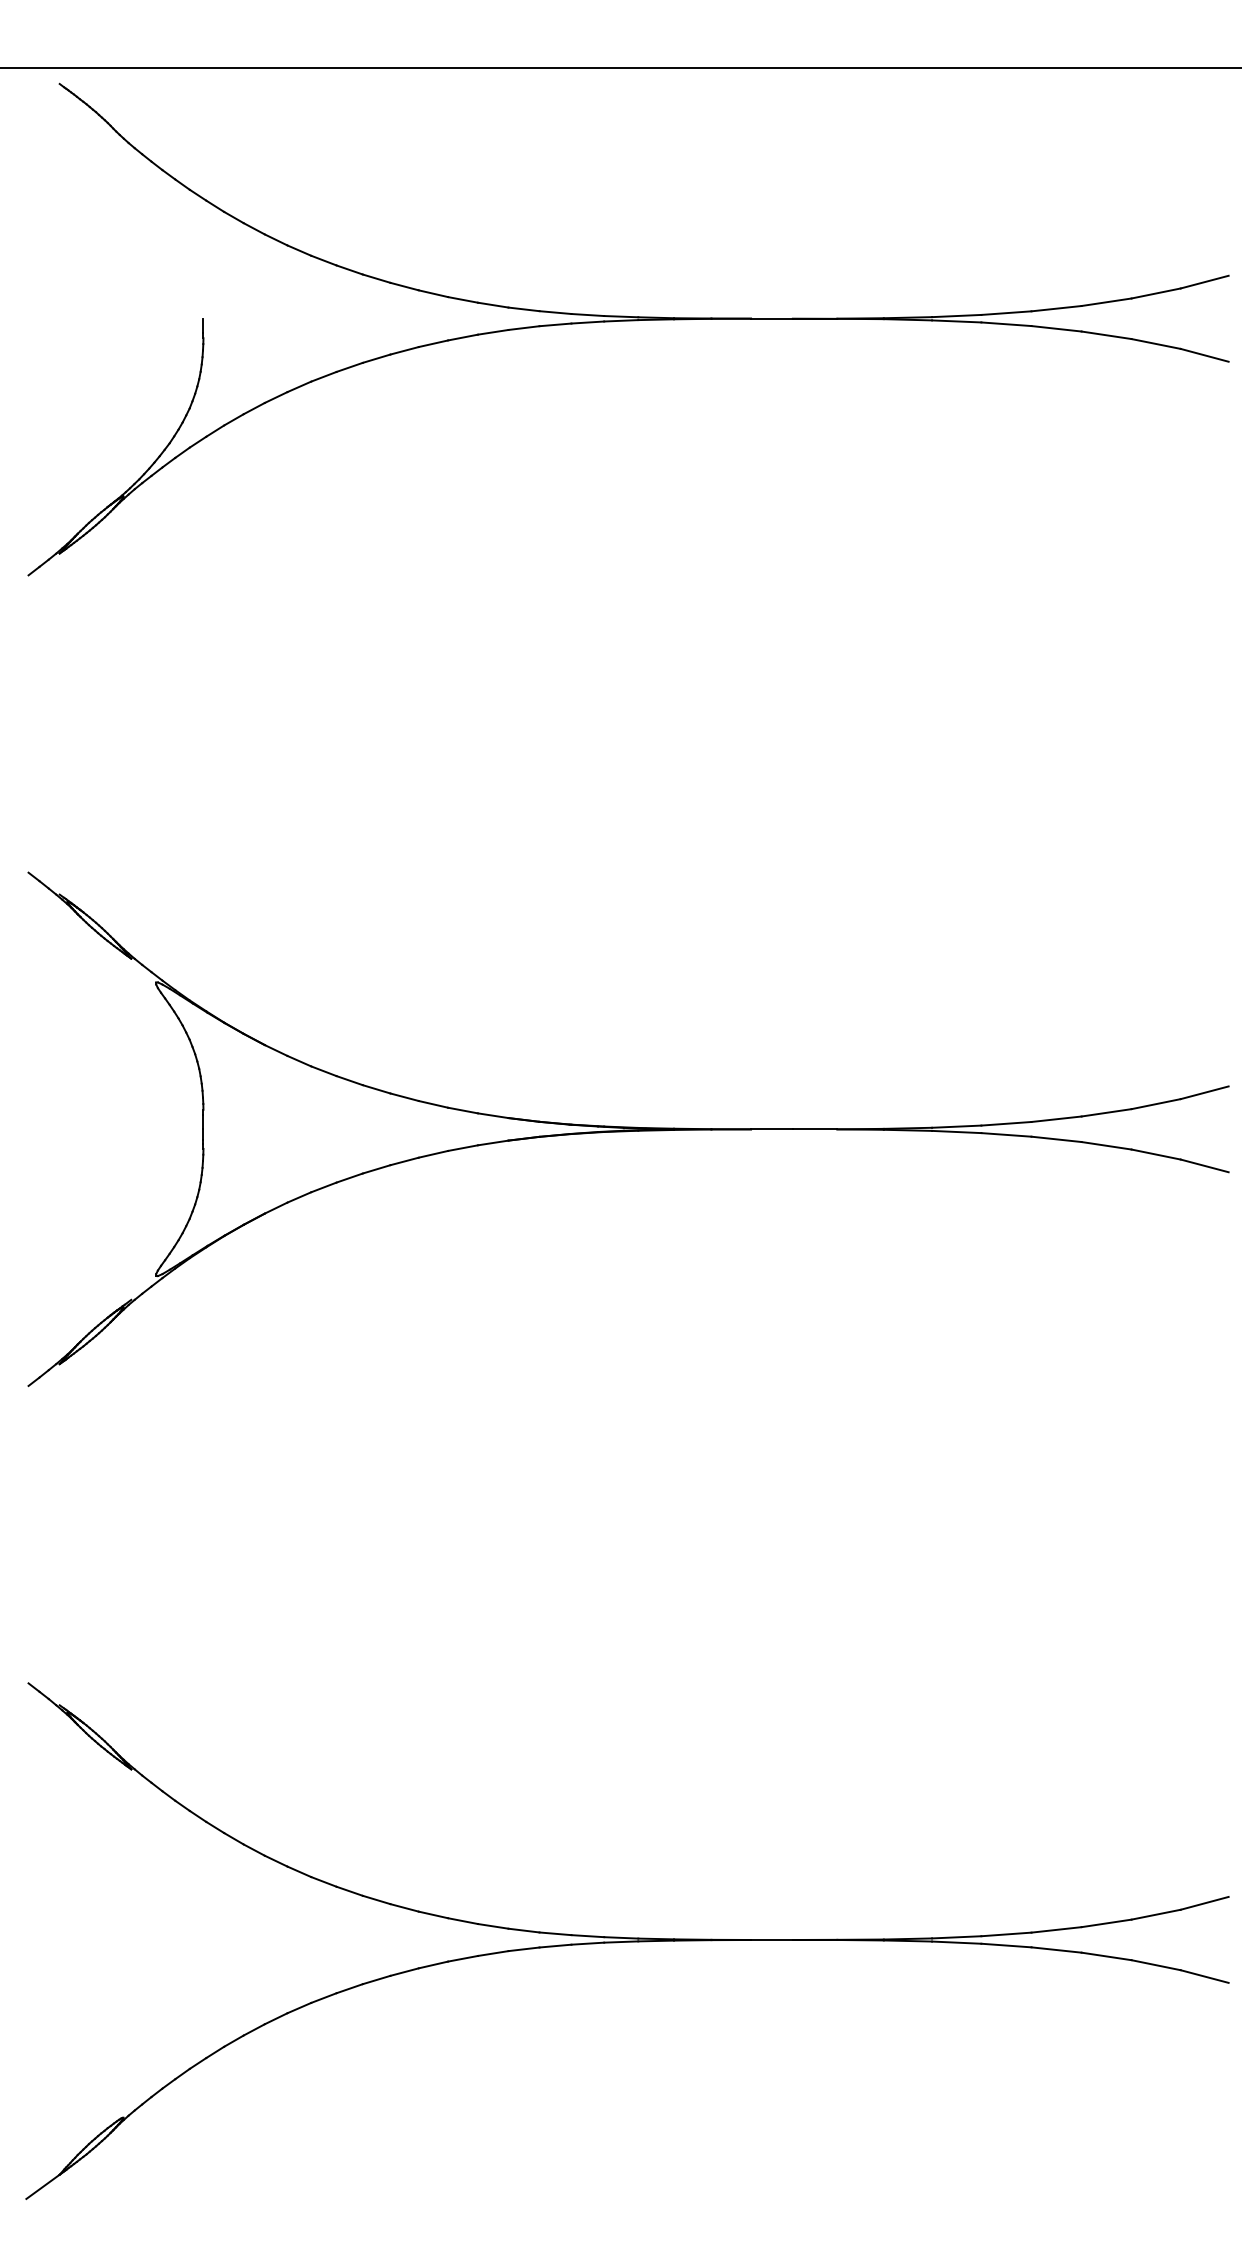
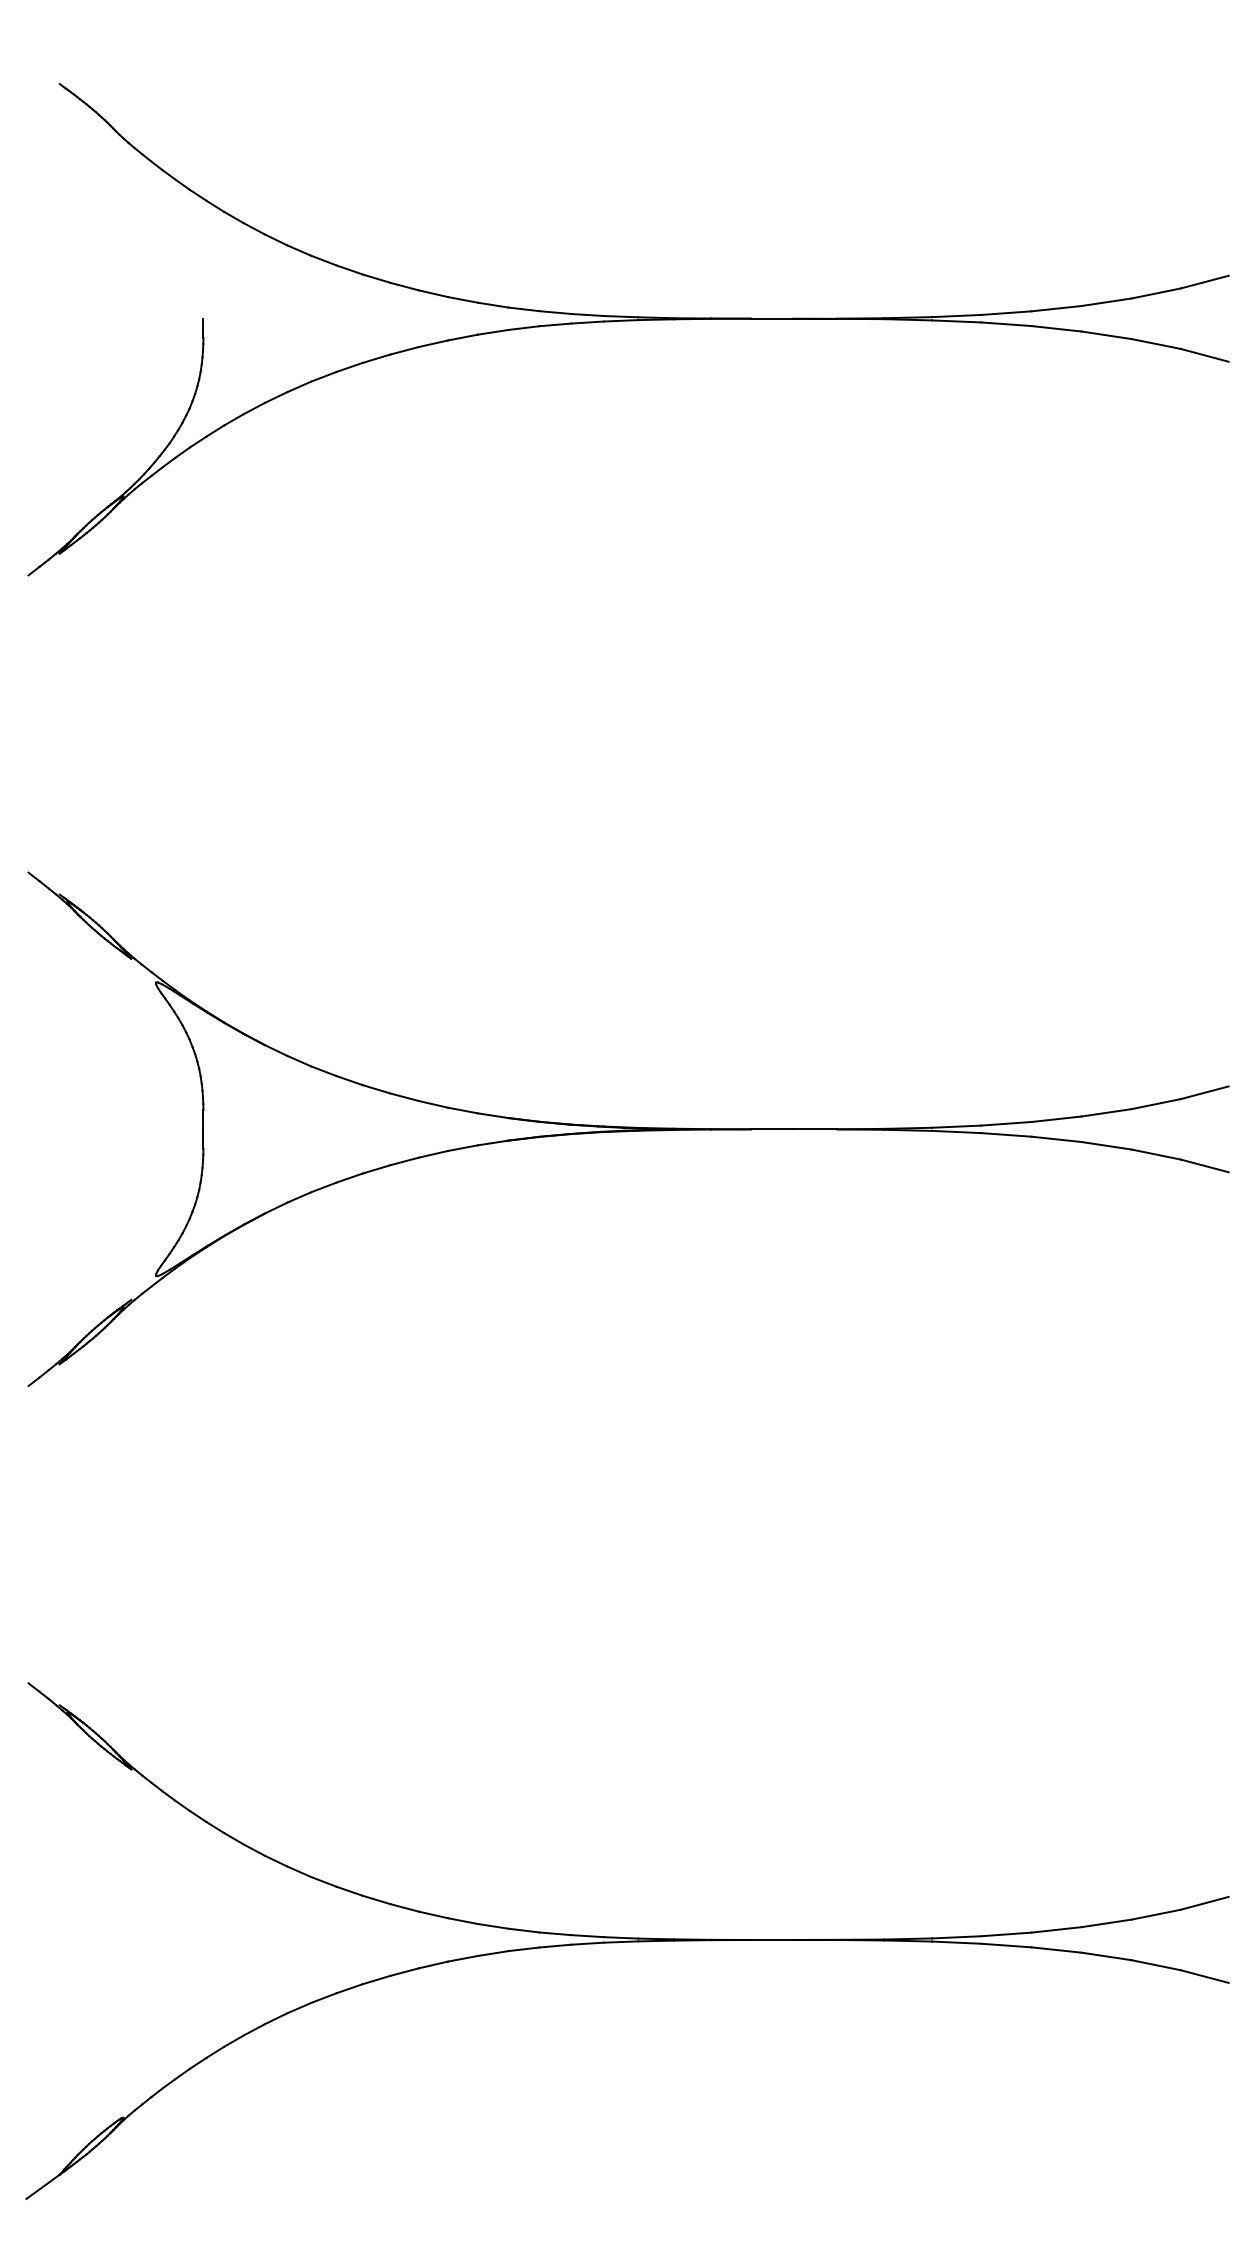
line at (620, 68): present -> none
